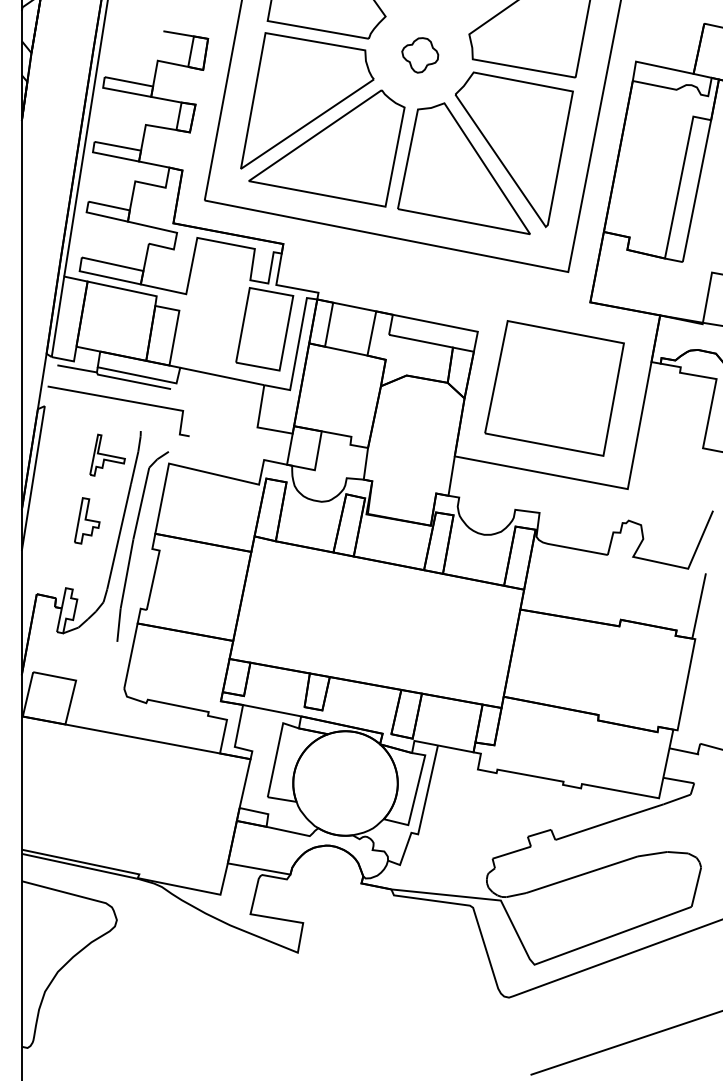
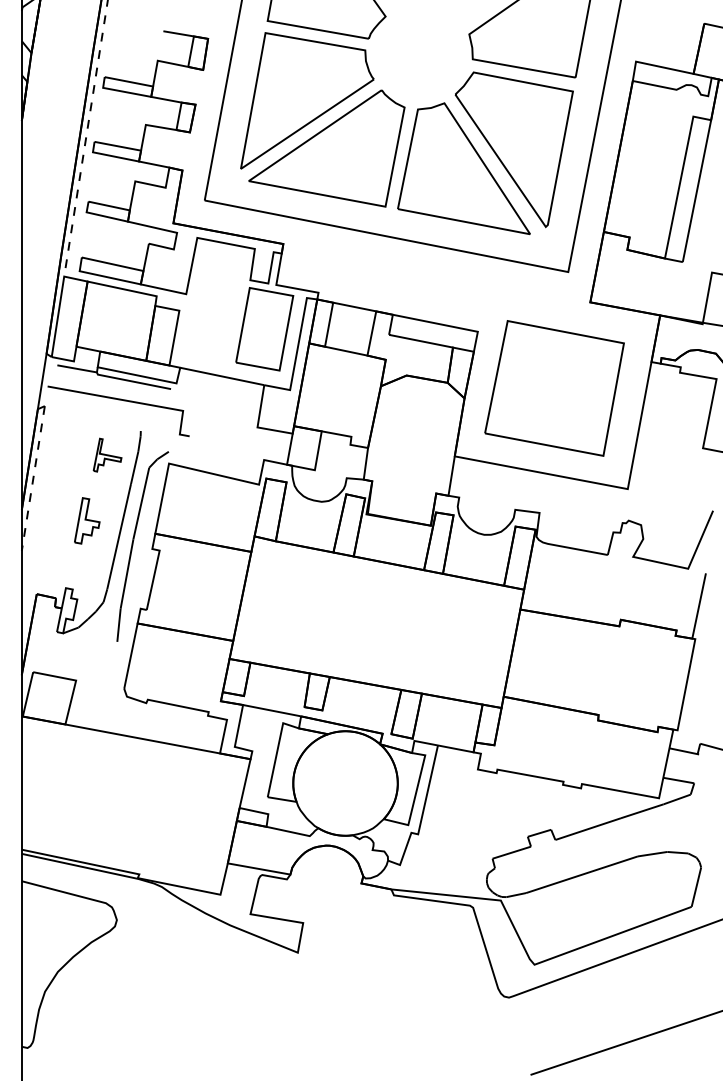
part at (420, 55): present -> none
line at (86, 138): solid -> dashed
part at (107, 454) size: 37x44 px -> 31x36 px
line at (33, 478): solid -> dashed
